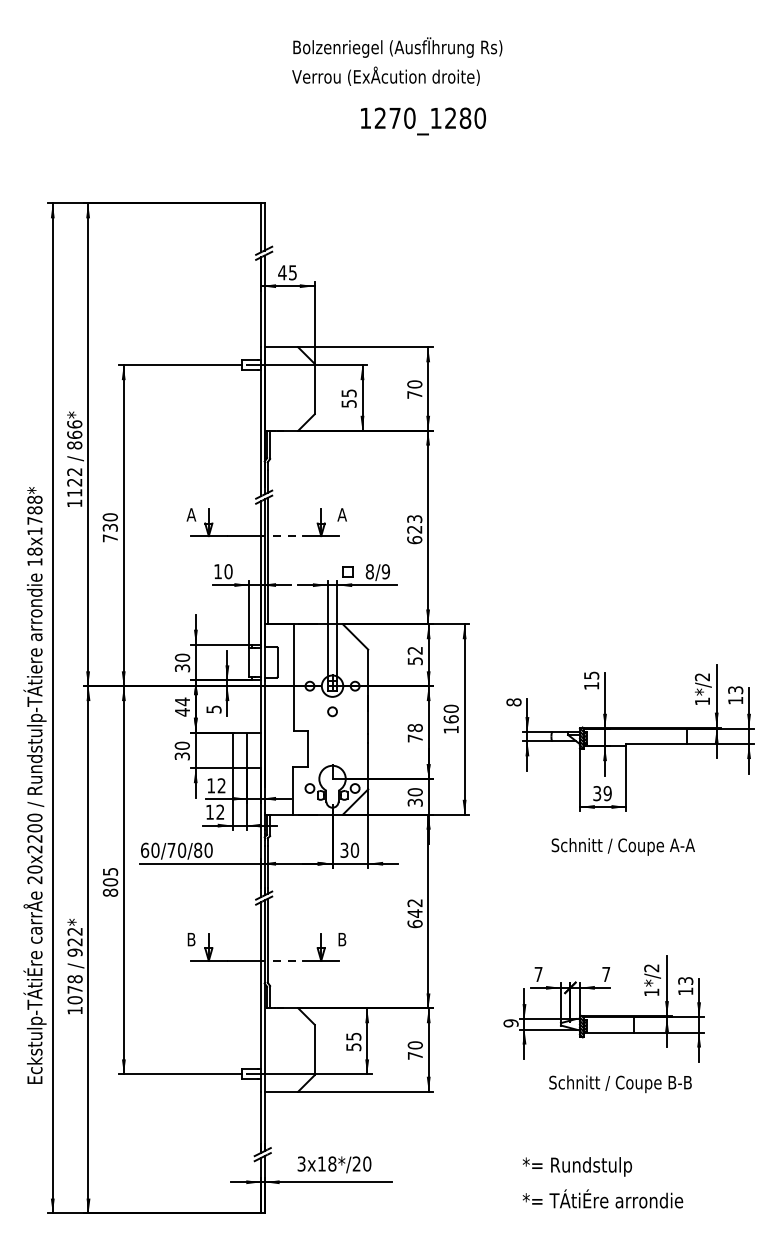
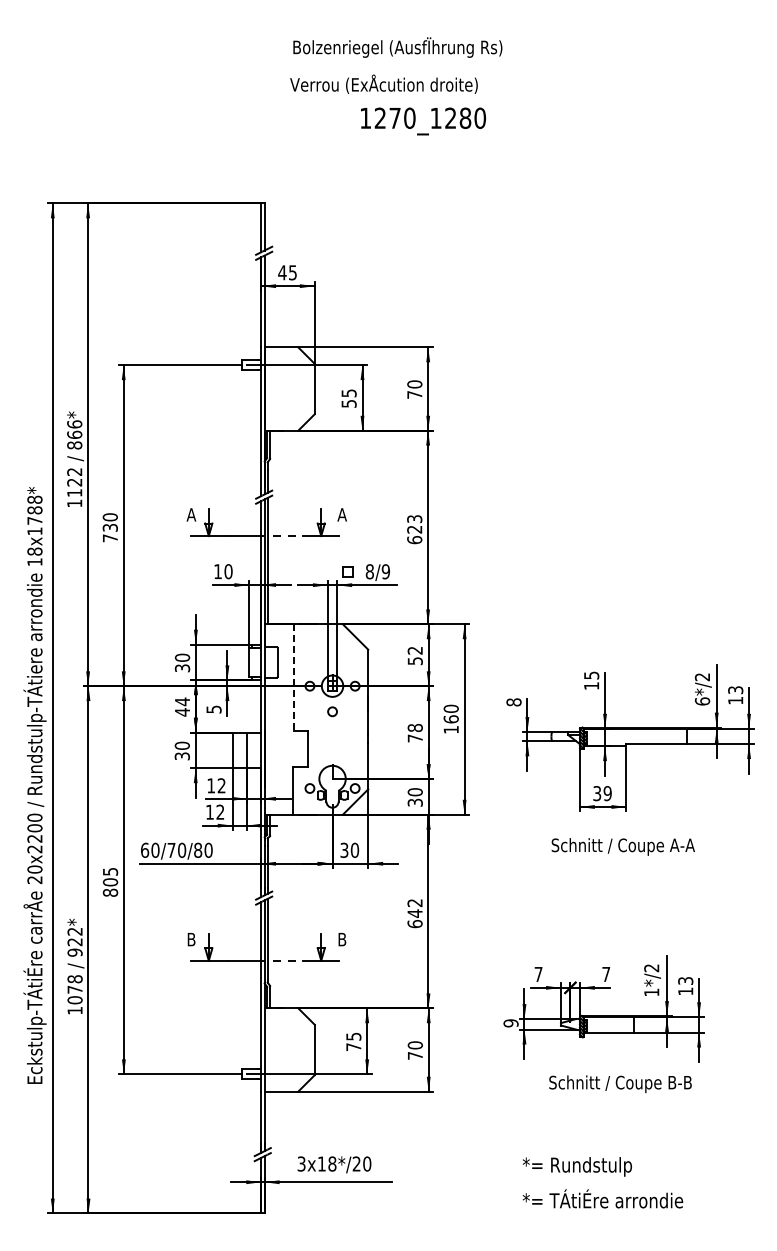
text at (385, 75) position: (385, 75) -> (383, 83)
line at (294, 677): solid -> dashed
text at (702, 701): 1*/2 -> 6*/2
text at (353, 1047): 55 -> 75
